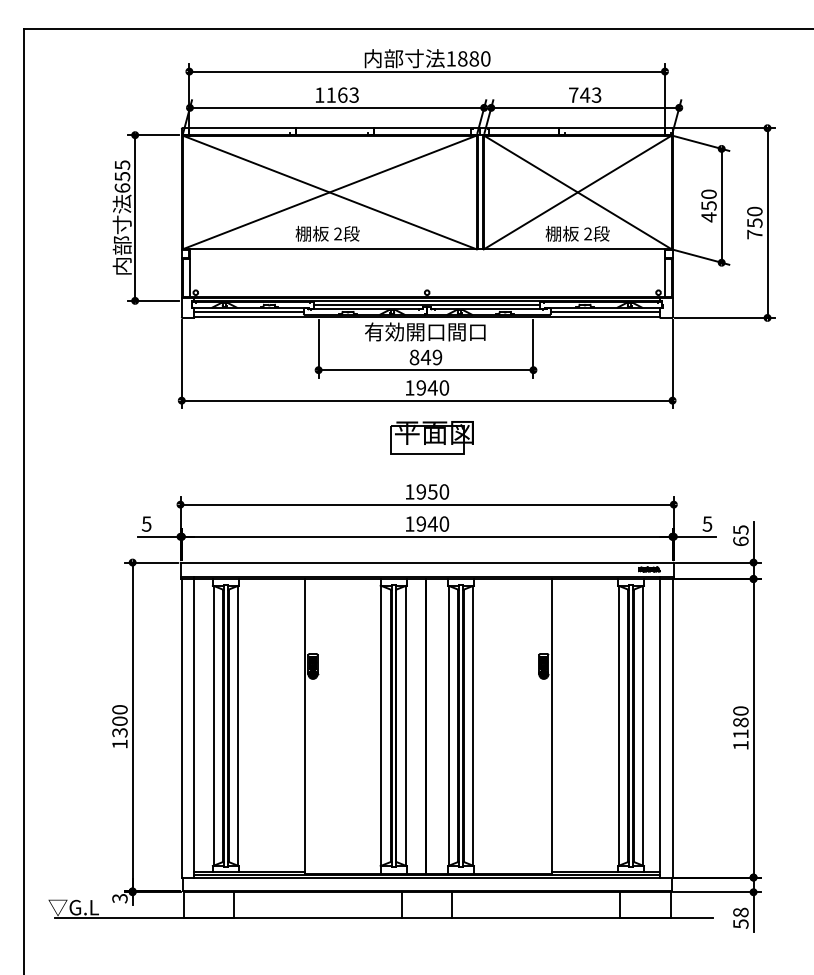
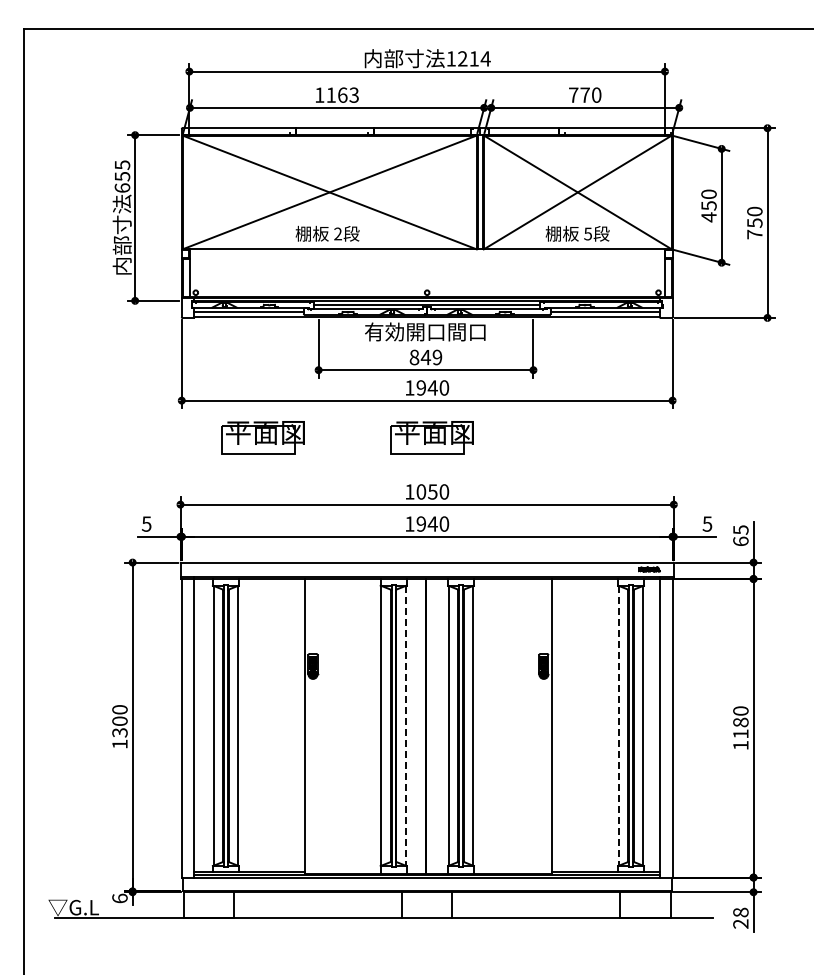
text at (474, 58): 1880 -> 1214
text at (590, 94): 743 -> 770
text at (588, 233): 2 -> 5
part at (262, 437): none -> present
text at (421, 491): 1950 -> 1050
line at (405, 725): solid -> dashed
line at (618, 725): solid -> dashed
text at (119, 898): 3 -> 6
text at (740, 923): 58 -> 28
